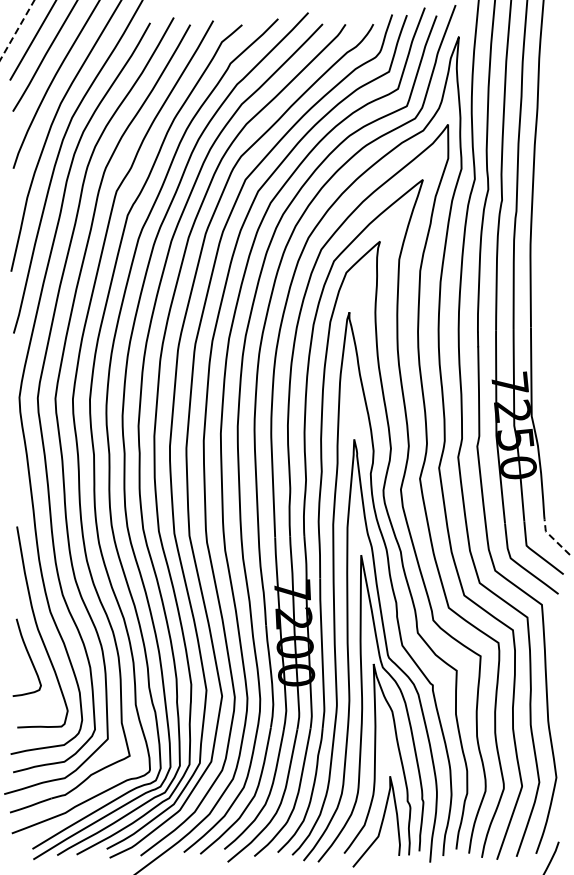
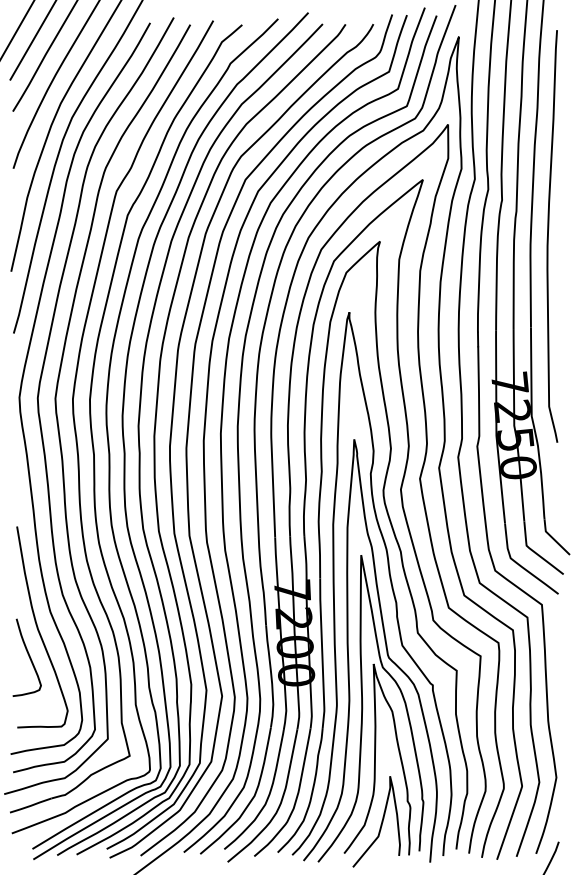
line at (17, 30): dashed -> solid
curve at (548, 236): none -> present
line at (552, 537): dashed -> solid
